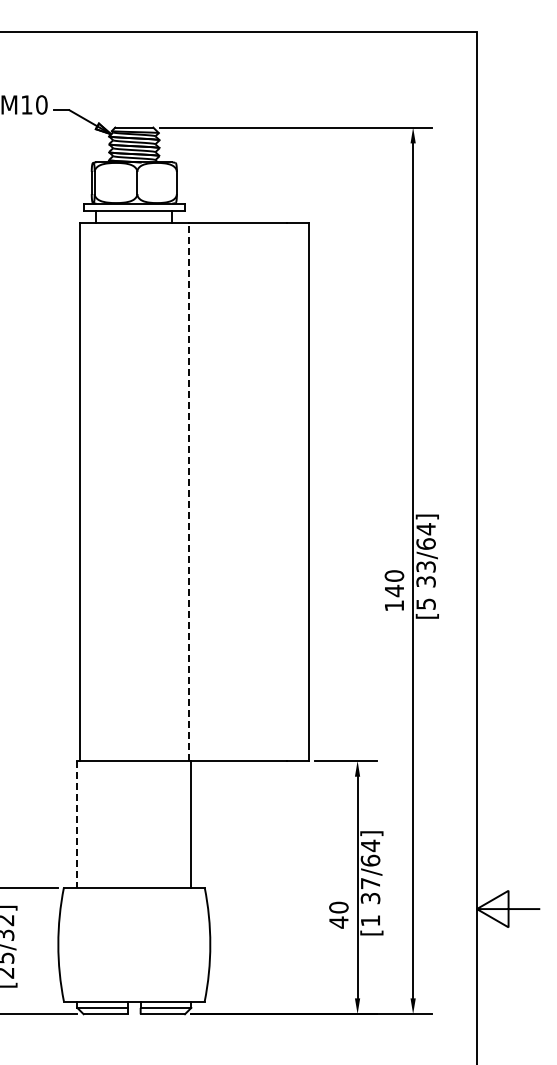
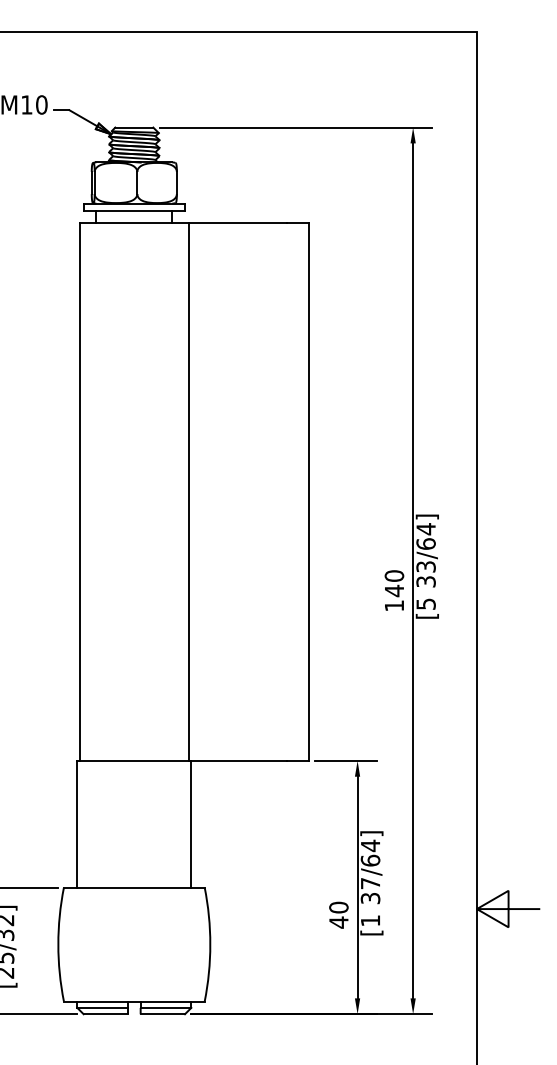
line at (188, 491): dashed -> solid
line at (77, 824): dashed -> solid
